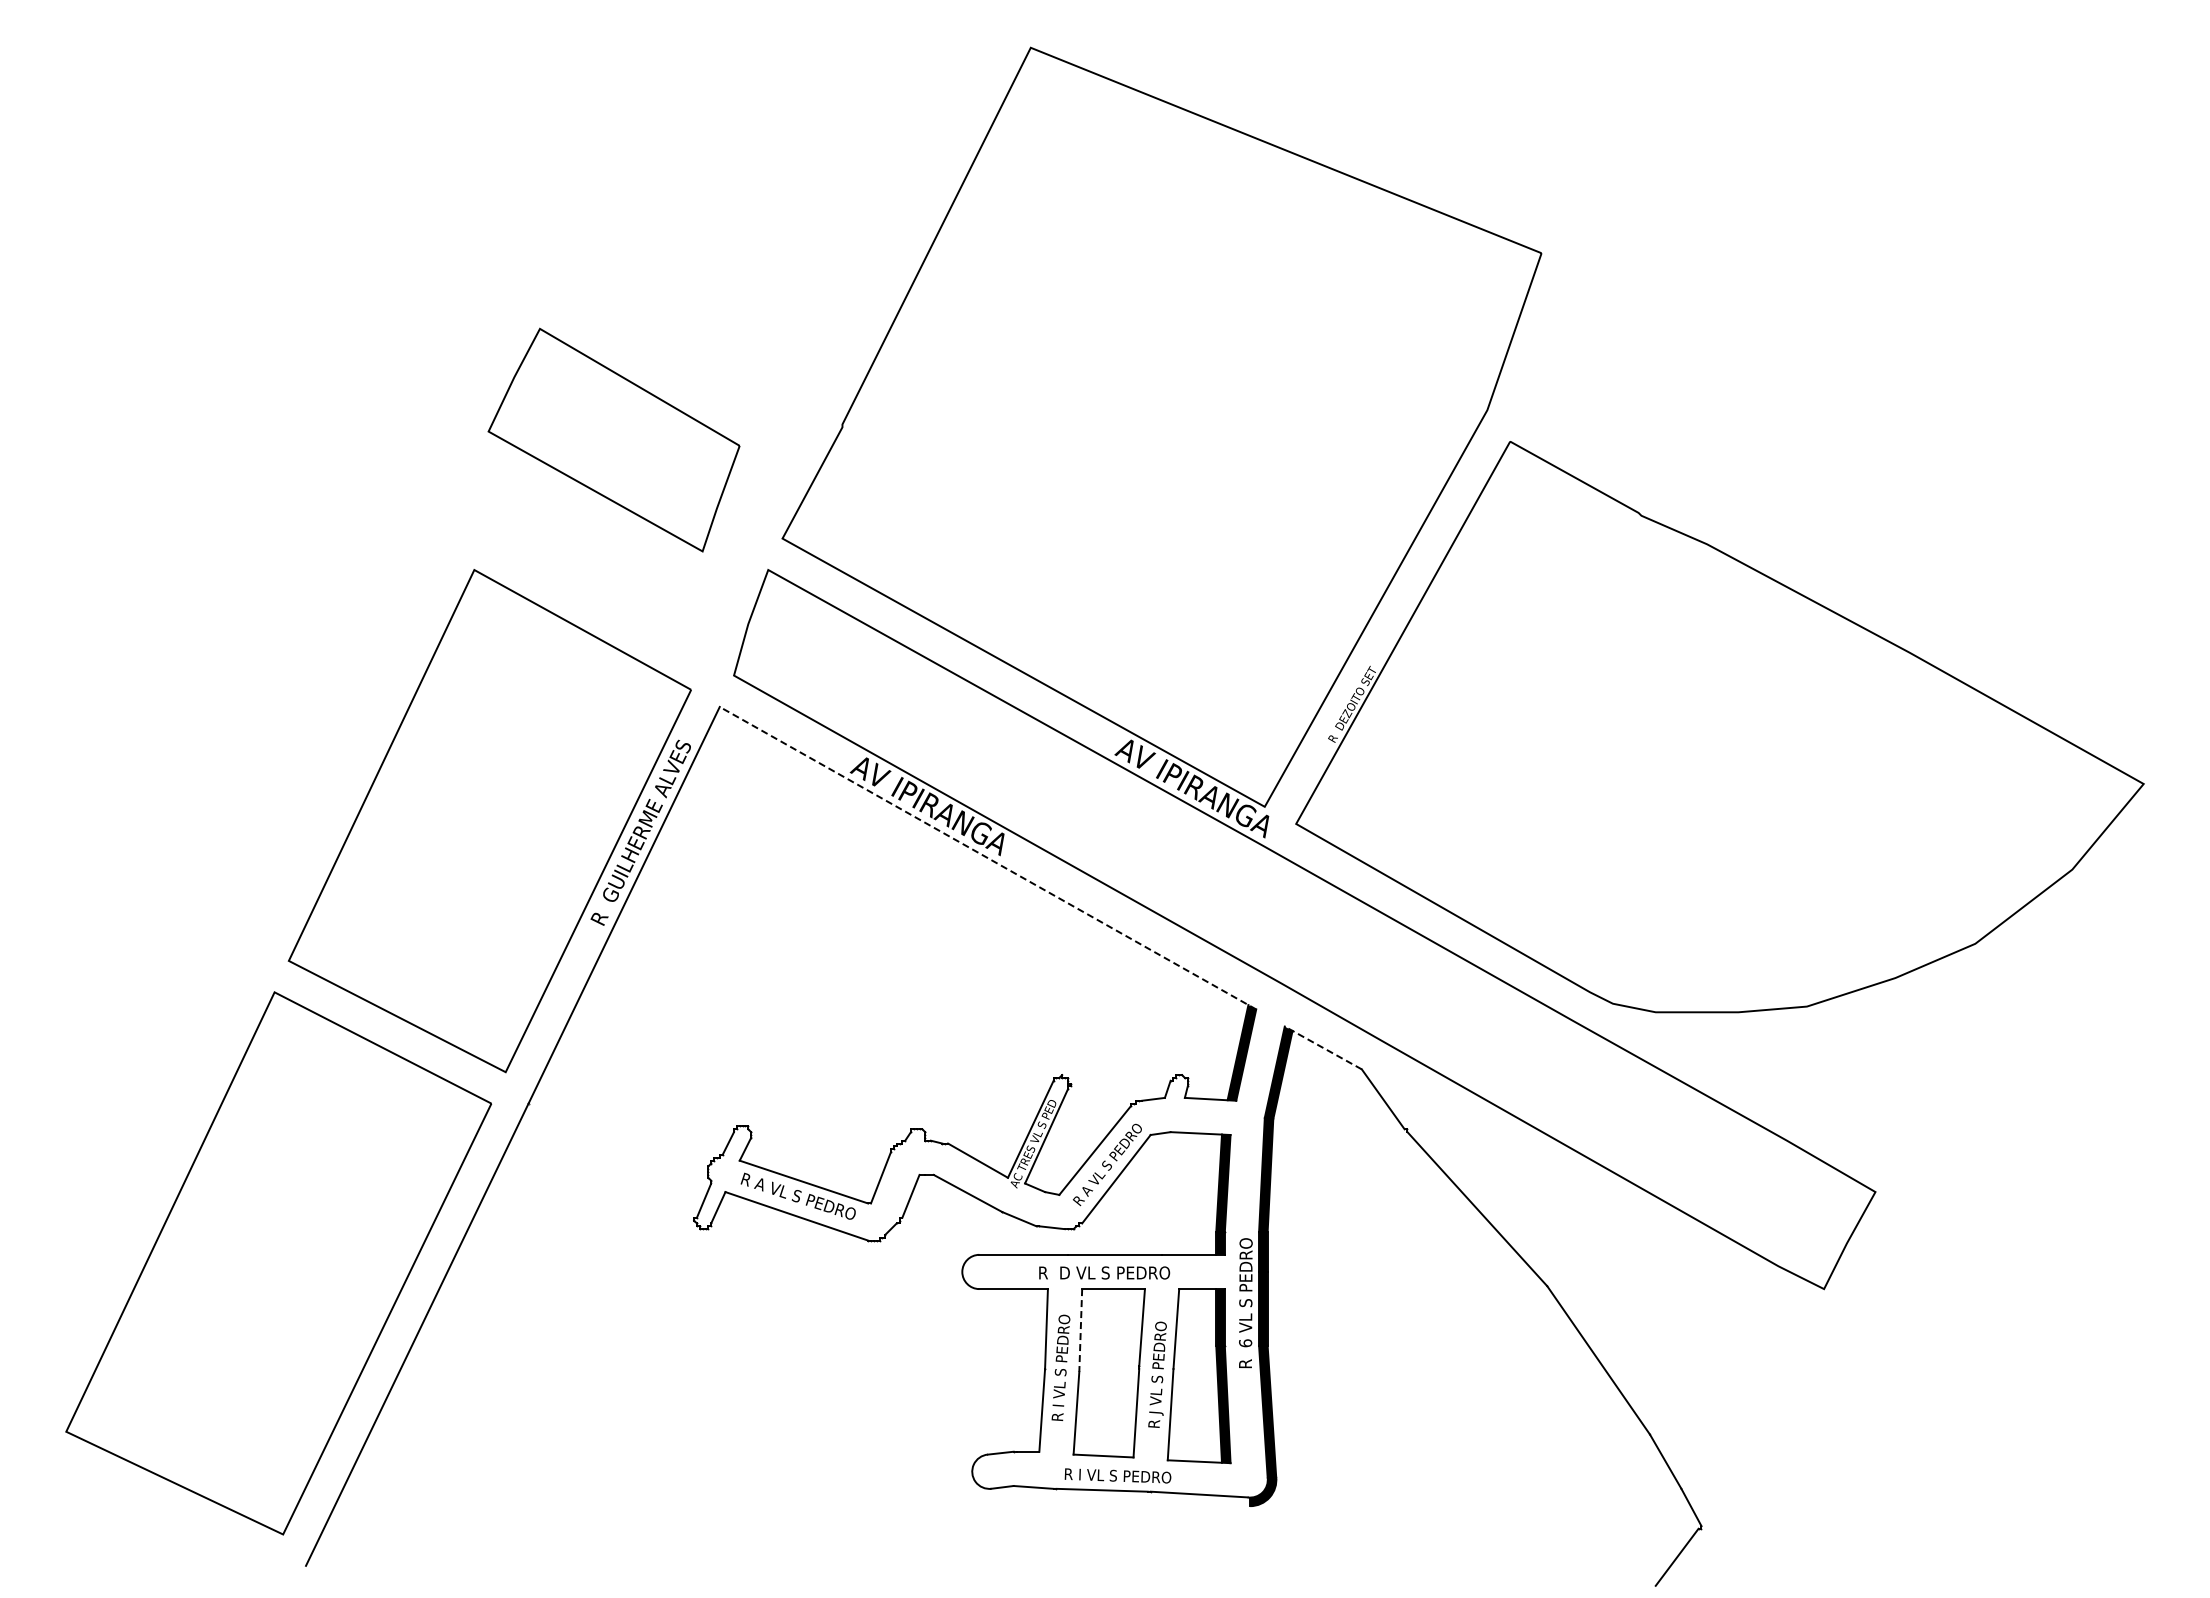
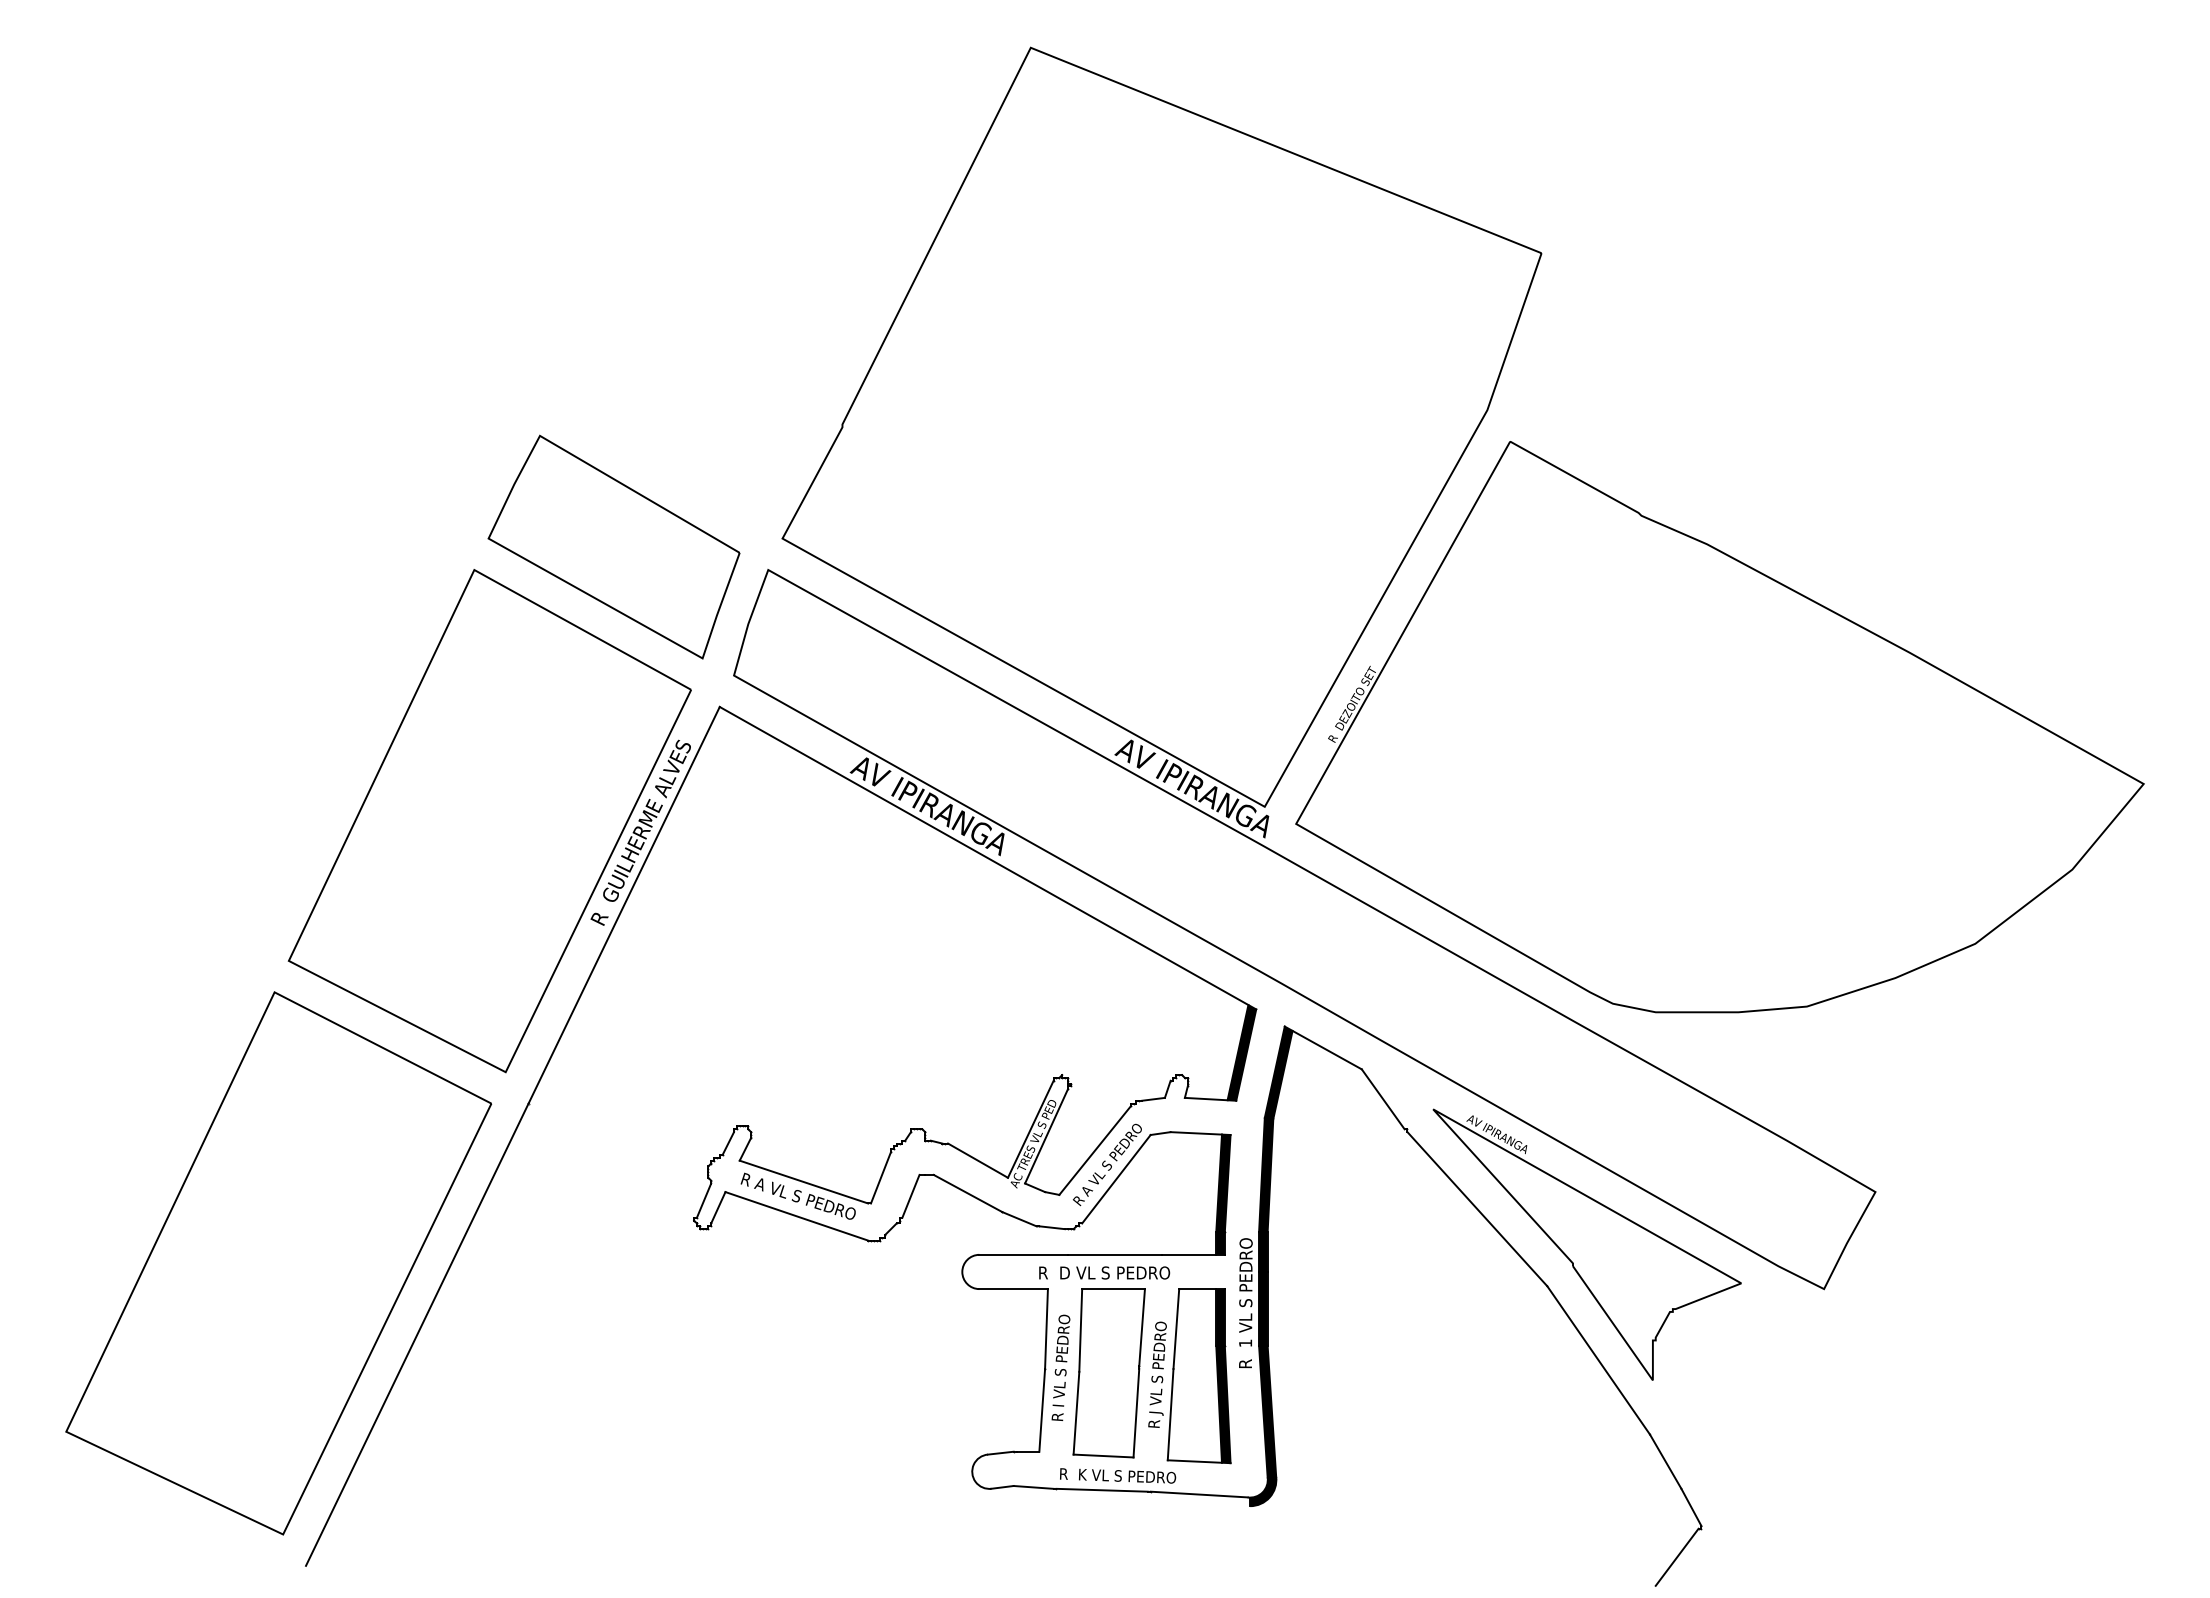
part at (613, 439) position: (613, 439) -> (613, 546)
line at (988, 858): dashed -> solid
line at (1322, 1047): dashed -> solid
part at (1586, 1244): none -> present
line at (1080, 1330): dashed -> solid
text at (1245, 1343): 6 -> 1
text at (1118, 1475): R I VL S PEDRO -> R  K VL S PEDRO
